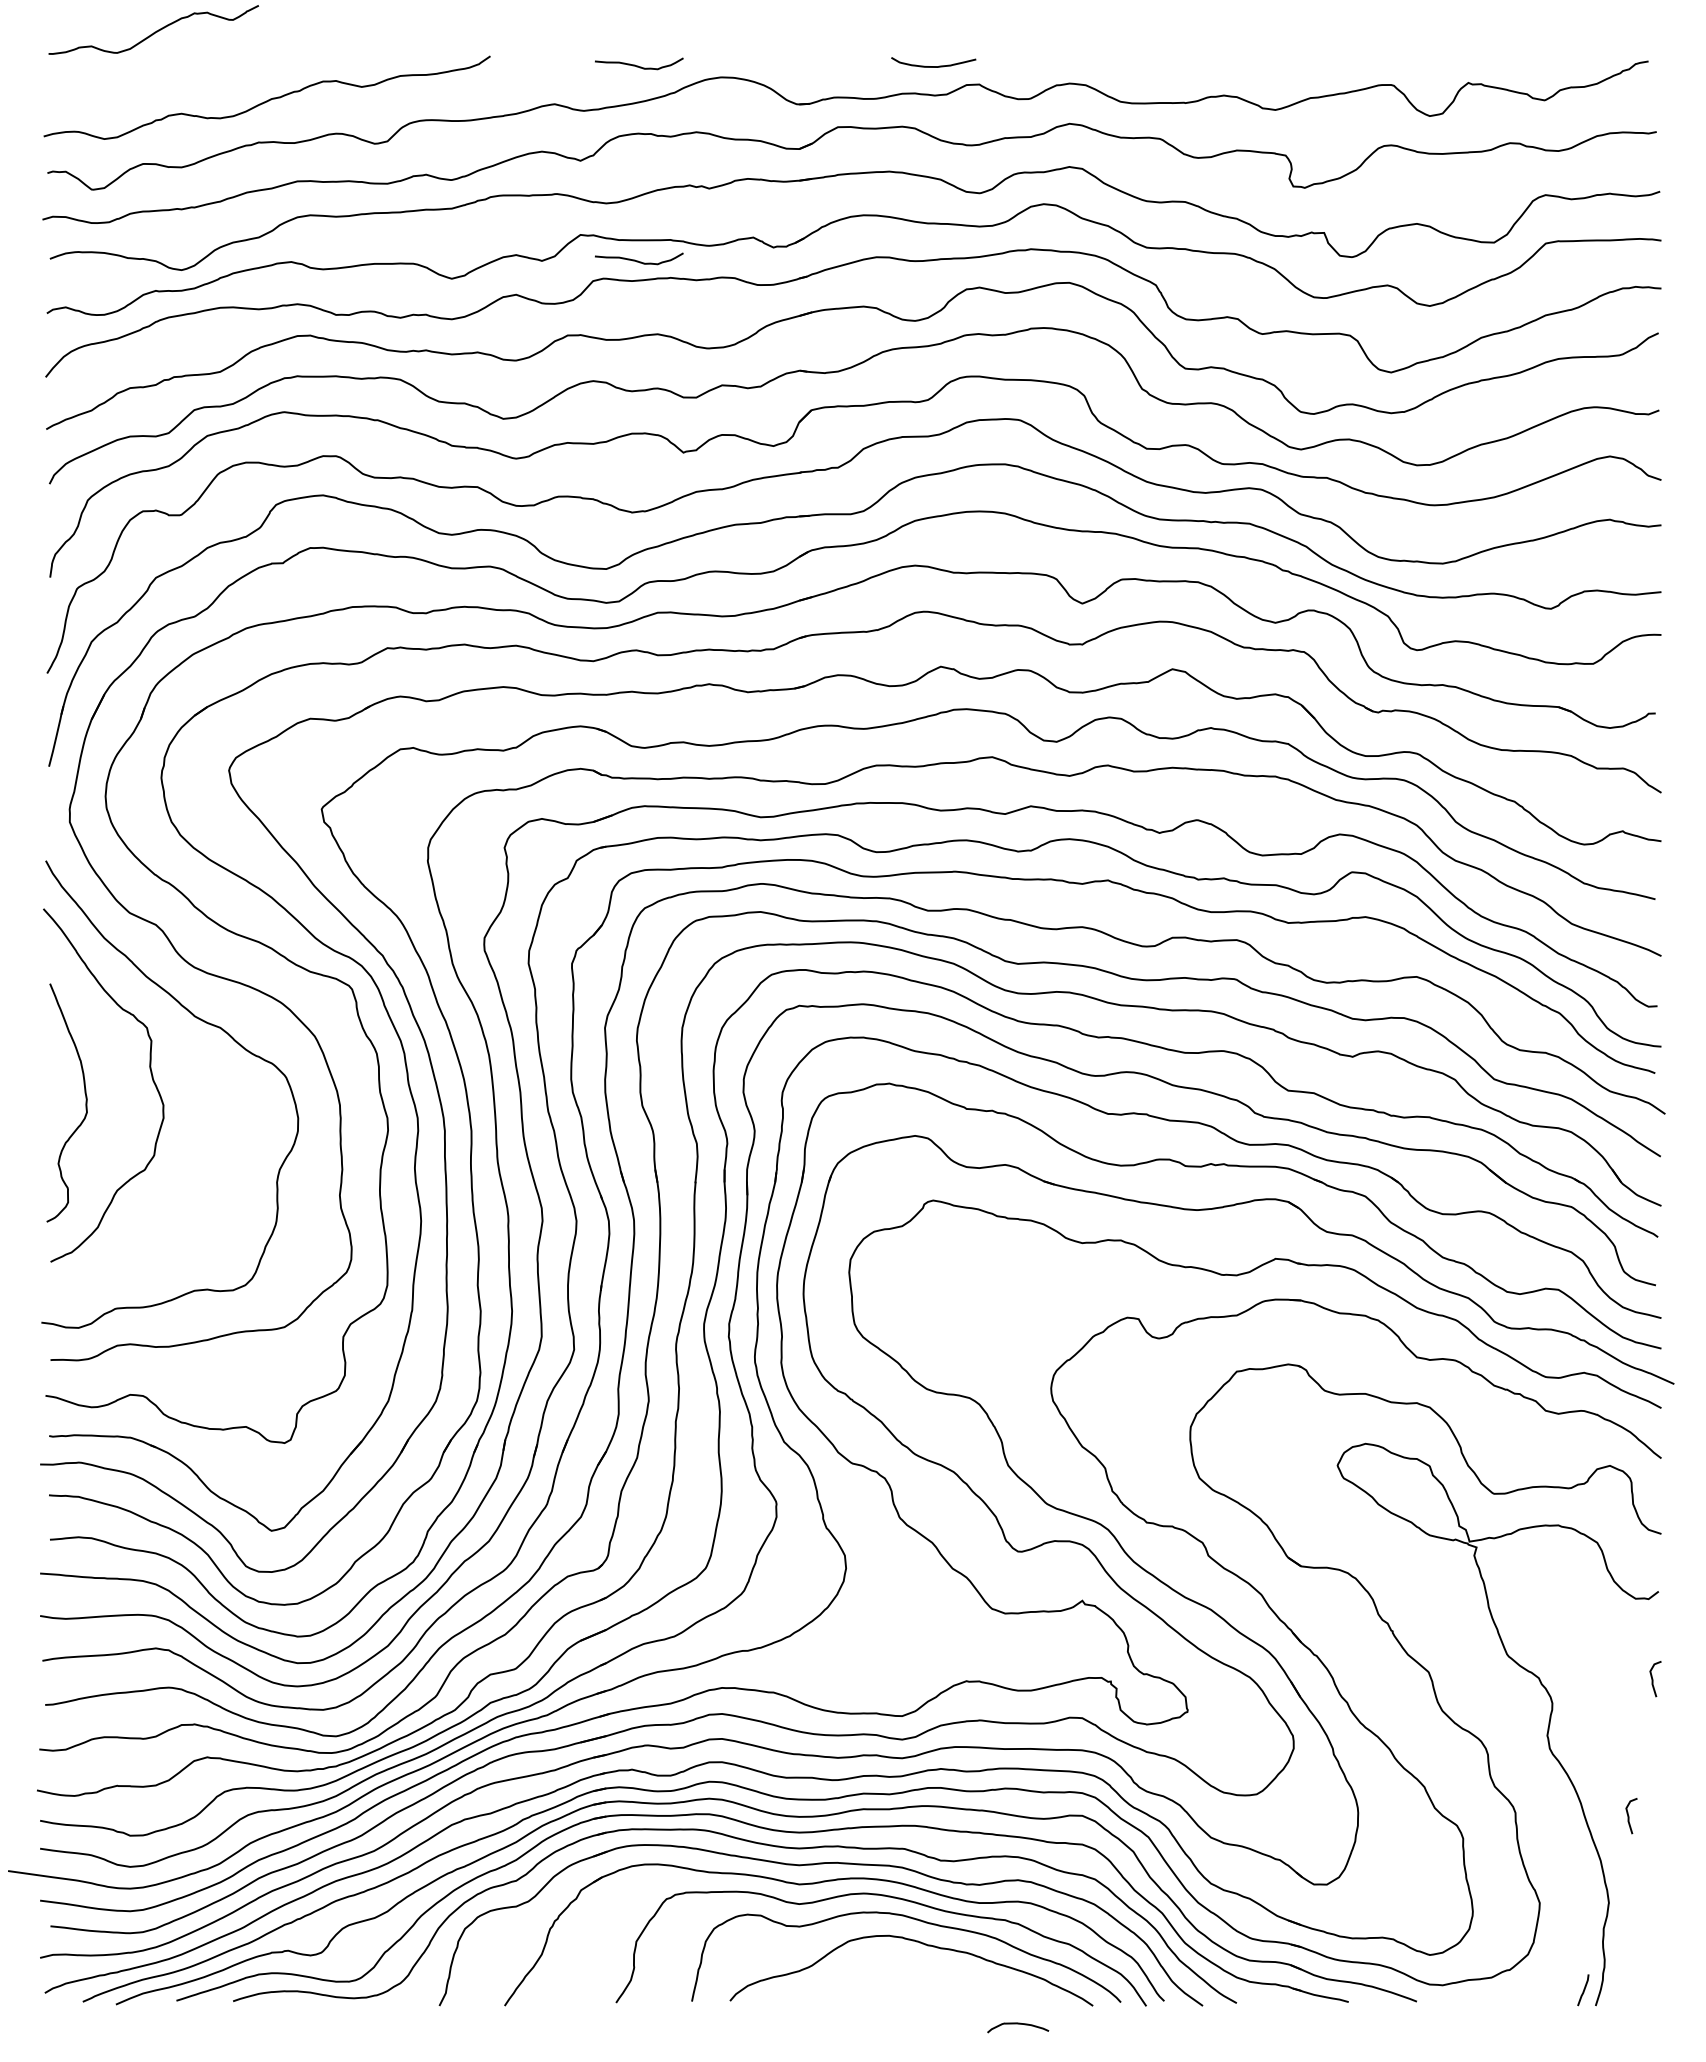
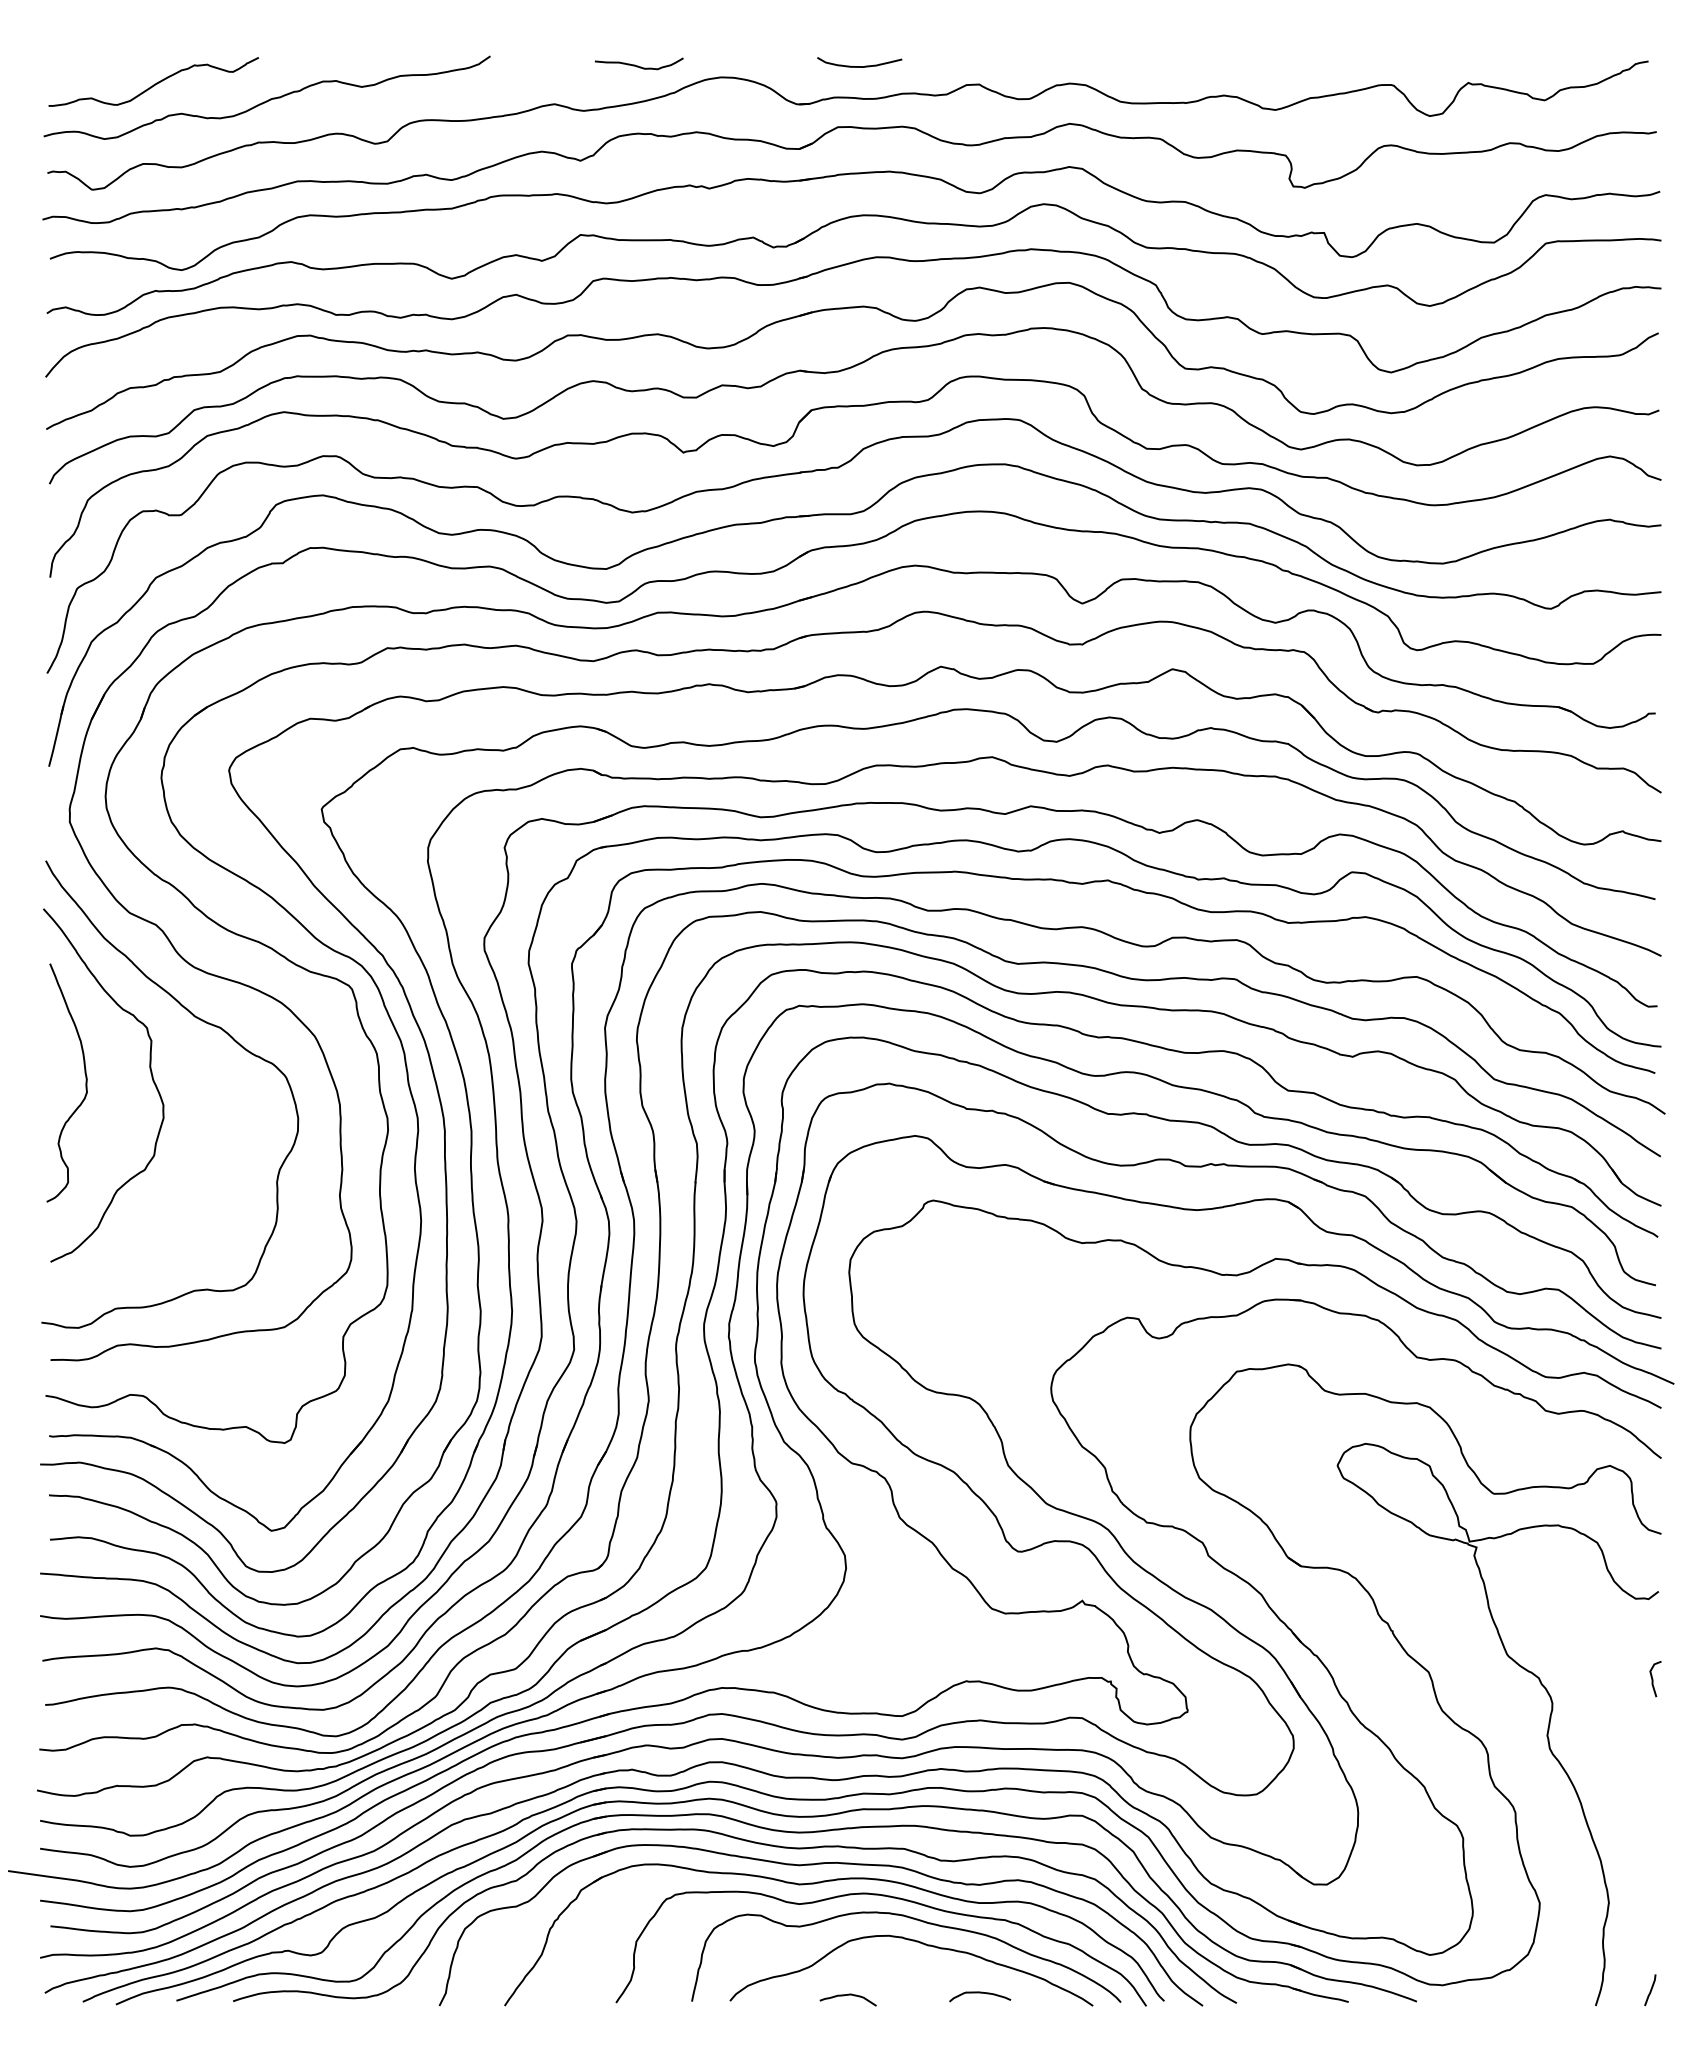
curve at (155, 31) position: (155, 31) -> (155, 83)
curve at (933, 66) position: (933, 66) -> (859, 66)
curve at (638, 260): present -> none
curve at (85, 1102) position: (85, 1102) -> (85, 1082)
curve at (1629, 1816): present -> none
line at (1583, 1990) position: (1583, 1990) -> (1650, 1990)
curve at (847, 1995): none -> present
curve at (1018, 2024) position: (1018, 2024) -> (980, 1993)
